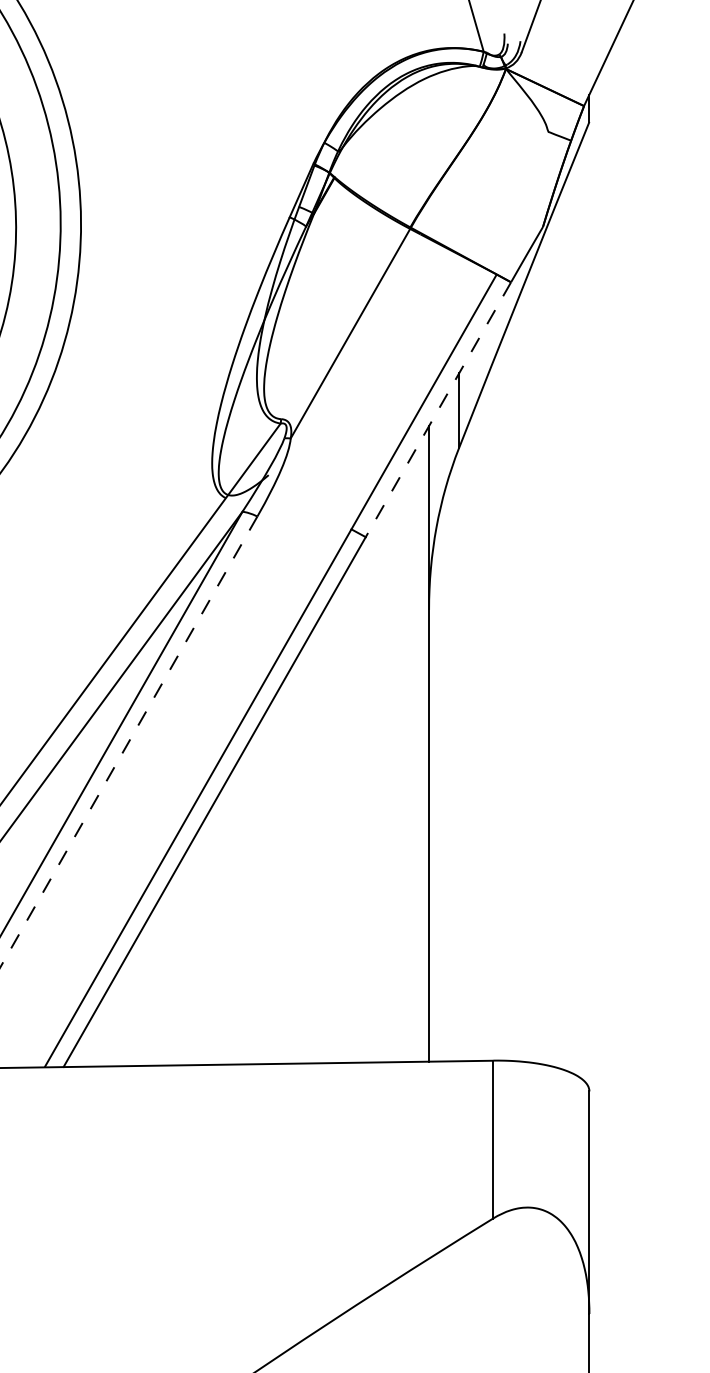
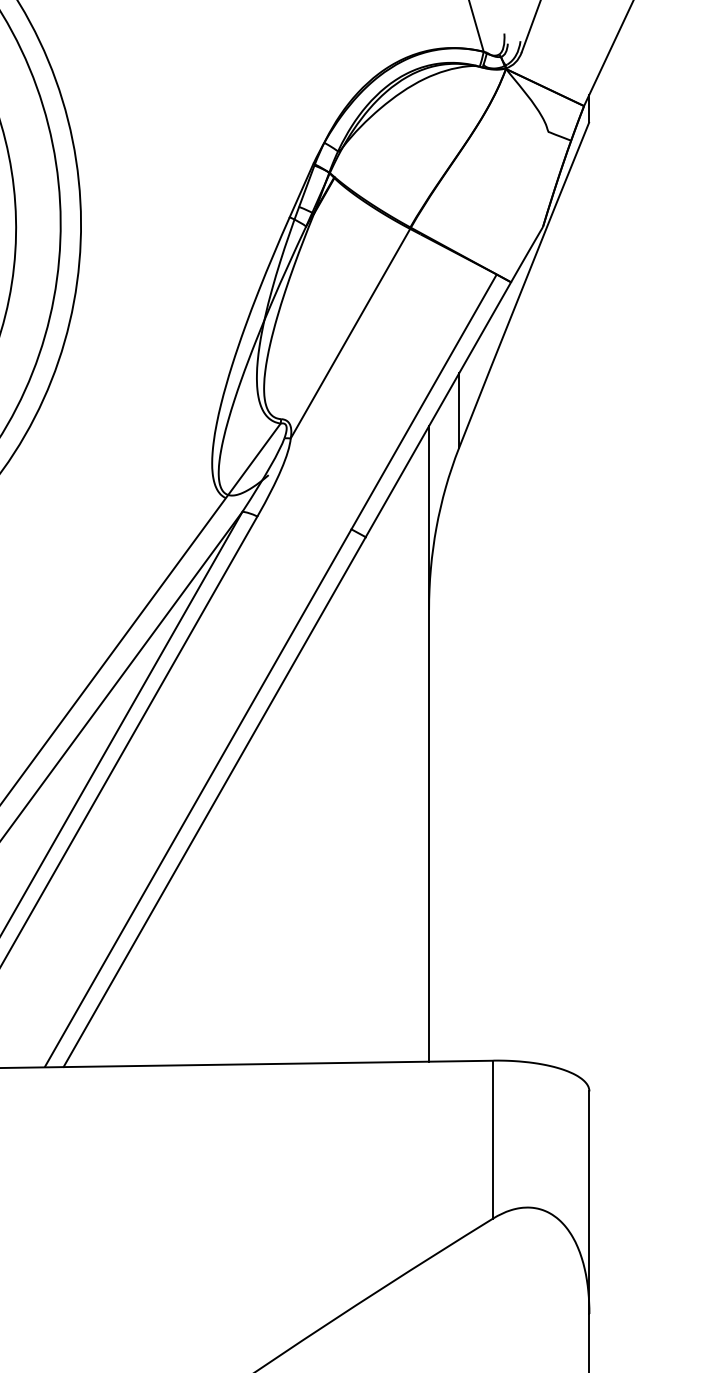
line at (438, 409): dashed -> solid
line at (128, 742): dashed -> solid
